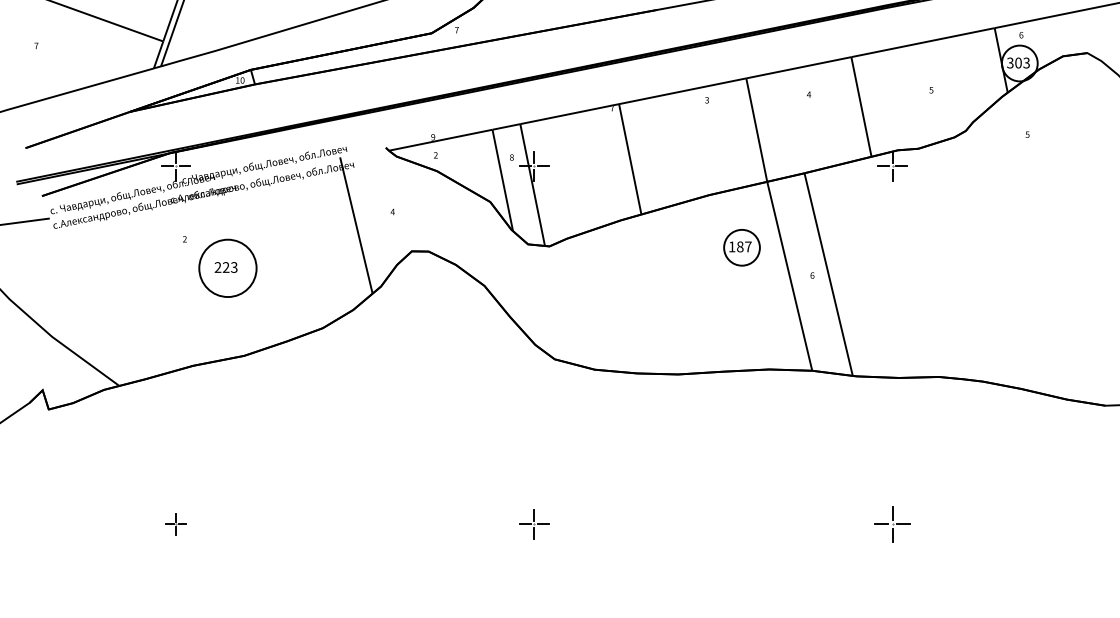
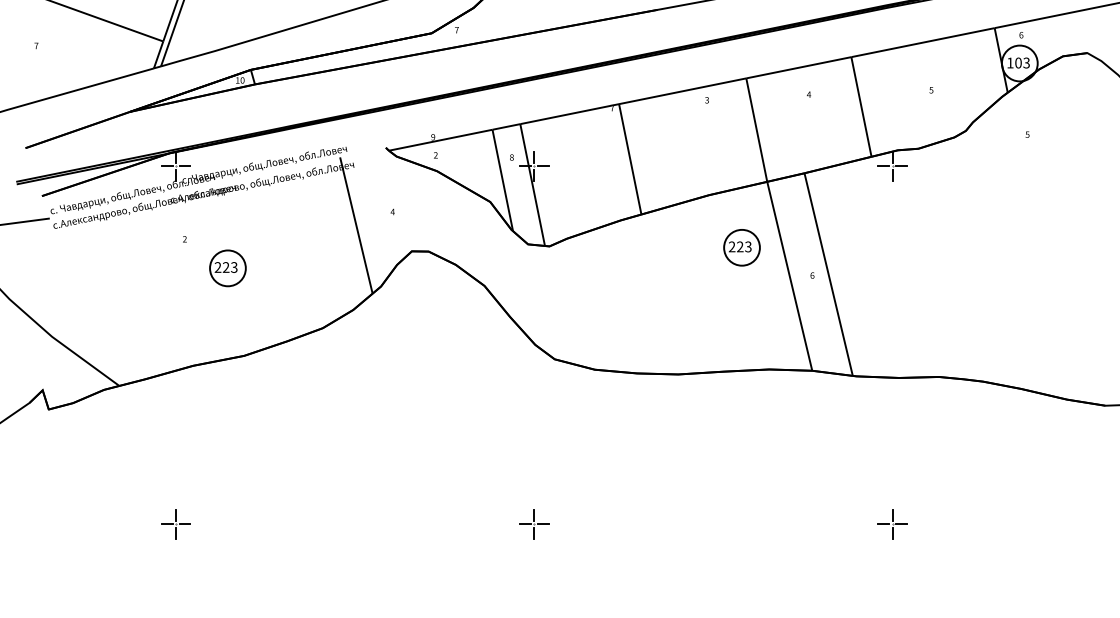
text at (1010, 62): 303 -> 103
text at (739, 246): 187 -> 223
circle at (227, 268) diameter: 57 px -> 36 px
part at (175, 524) size: 22x23 px -> 30x31 px
part at (892, 524) size: 37x37 px -> 31x31 px
